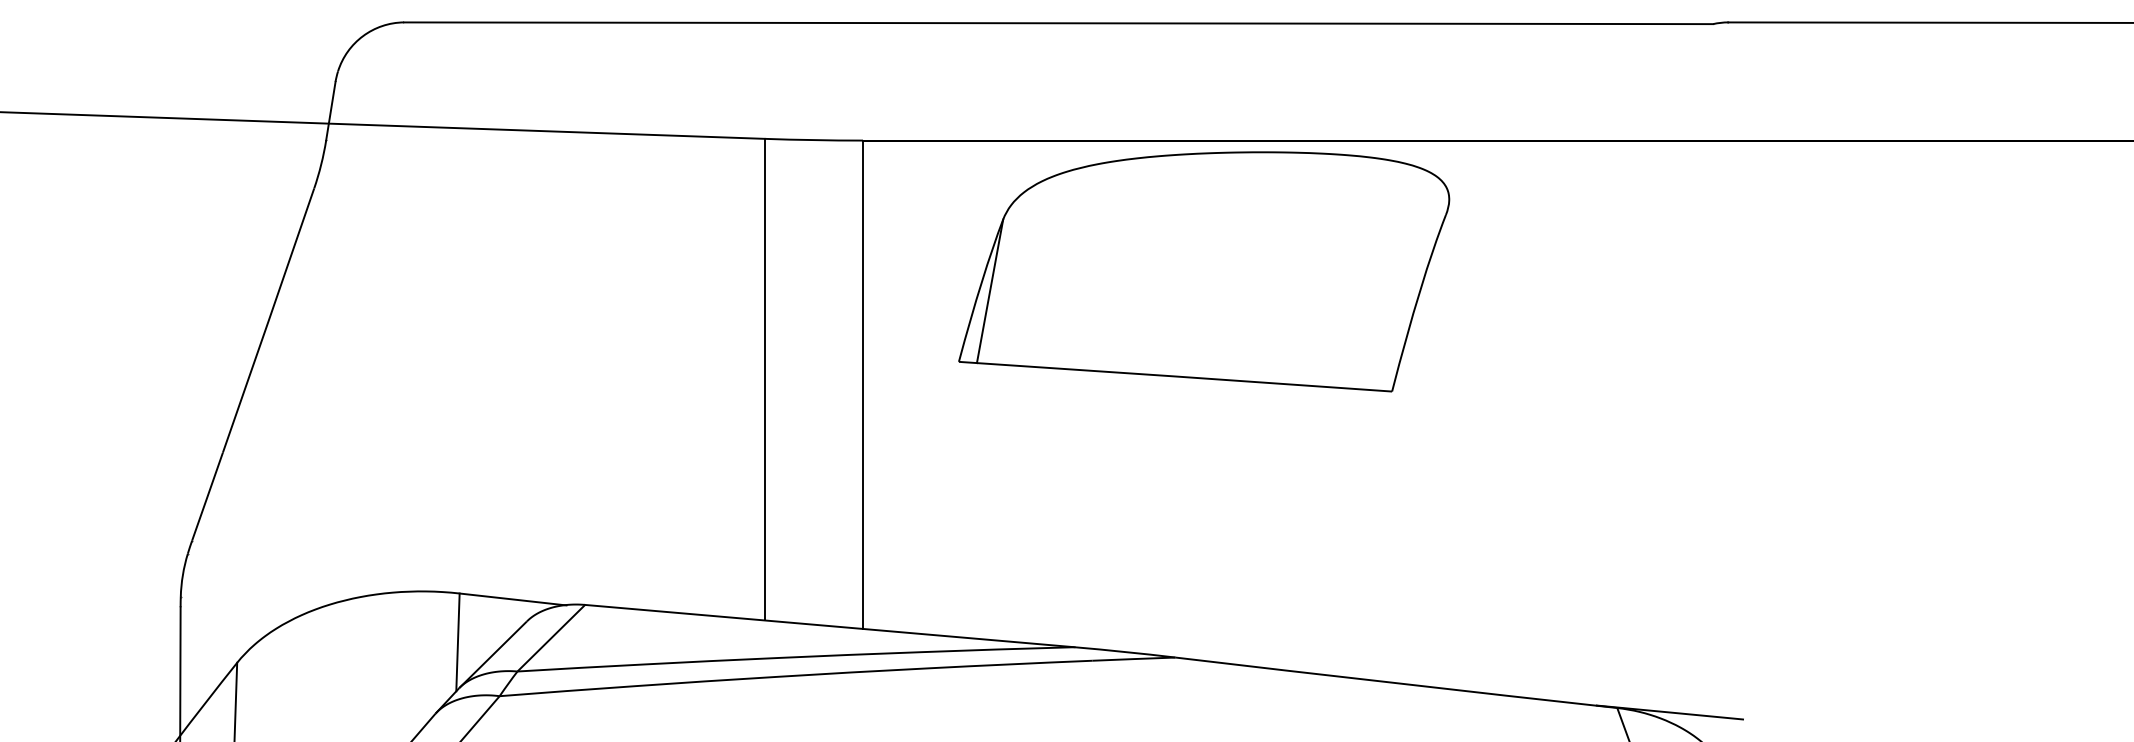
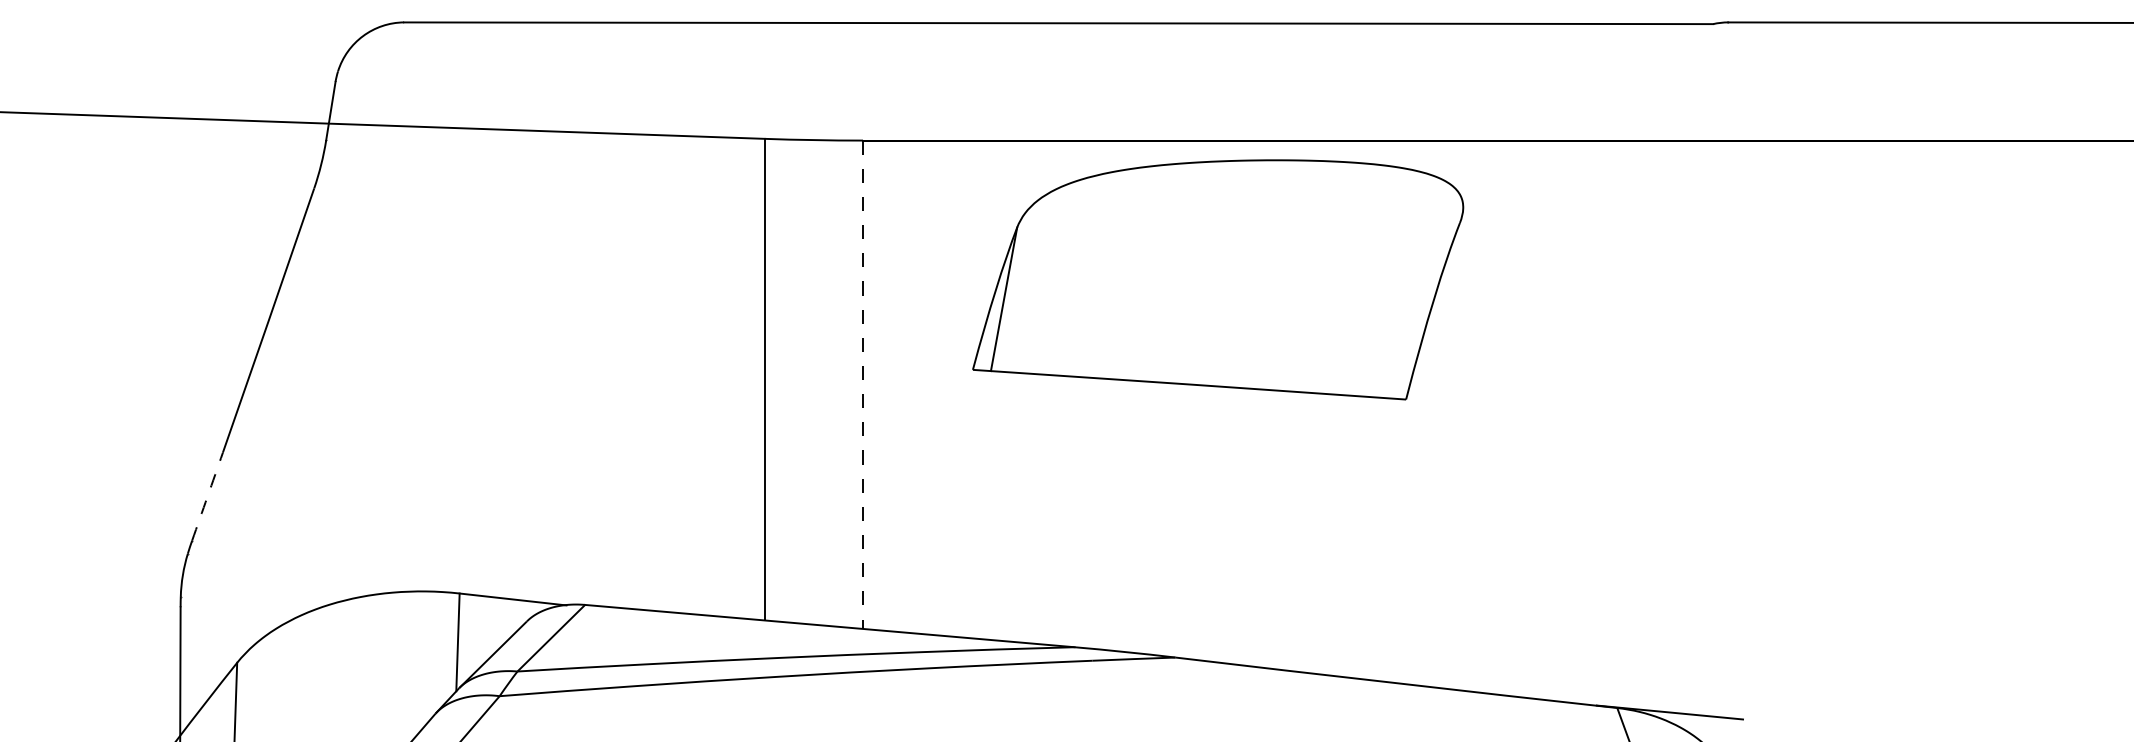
part at (1204, 271) position: (1204, 271) -> (1218, 279)
line at (863, 385): solid -> dashed
arc at (207, 496): solid -> dashed
